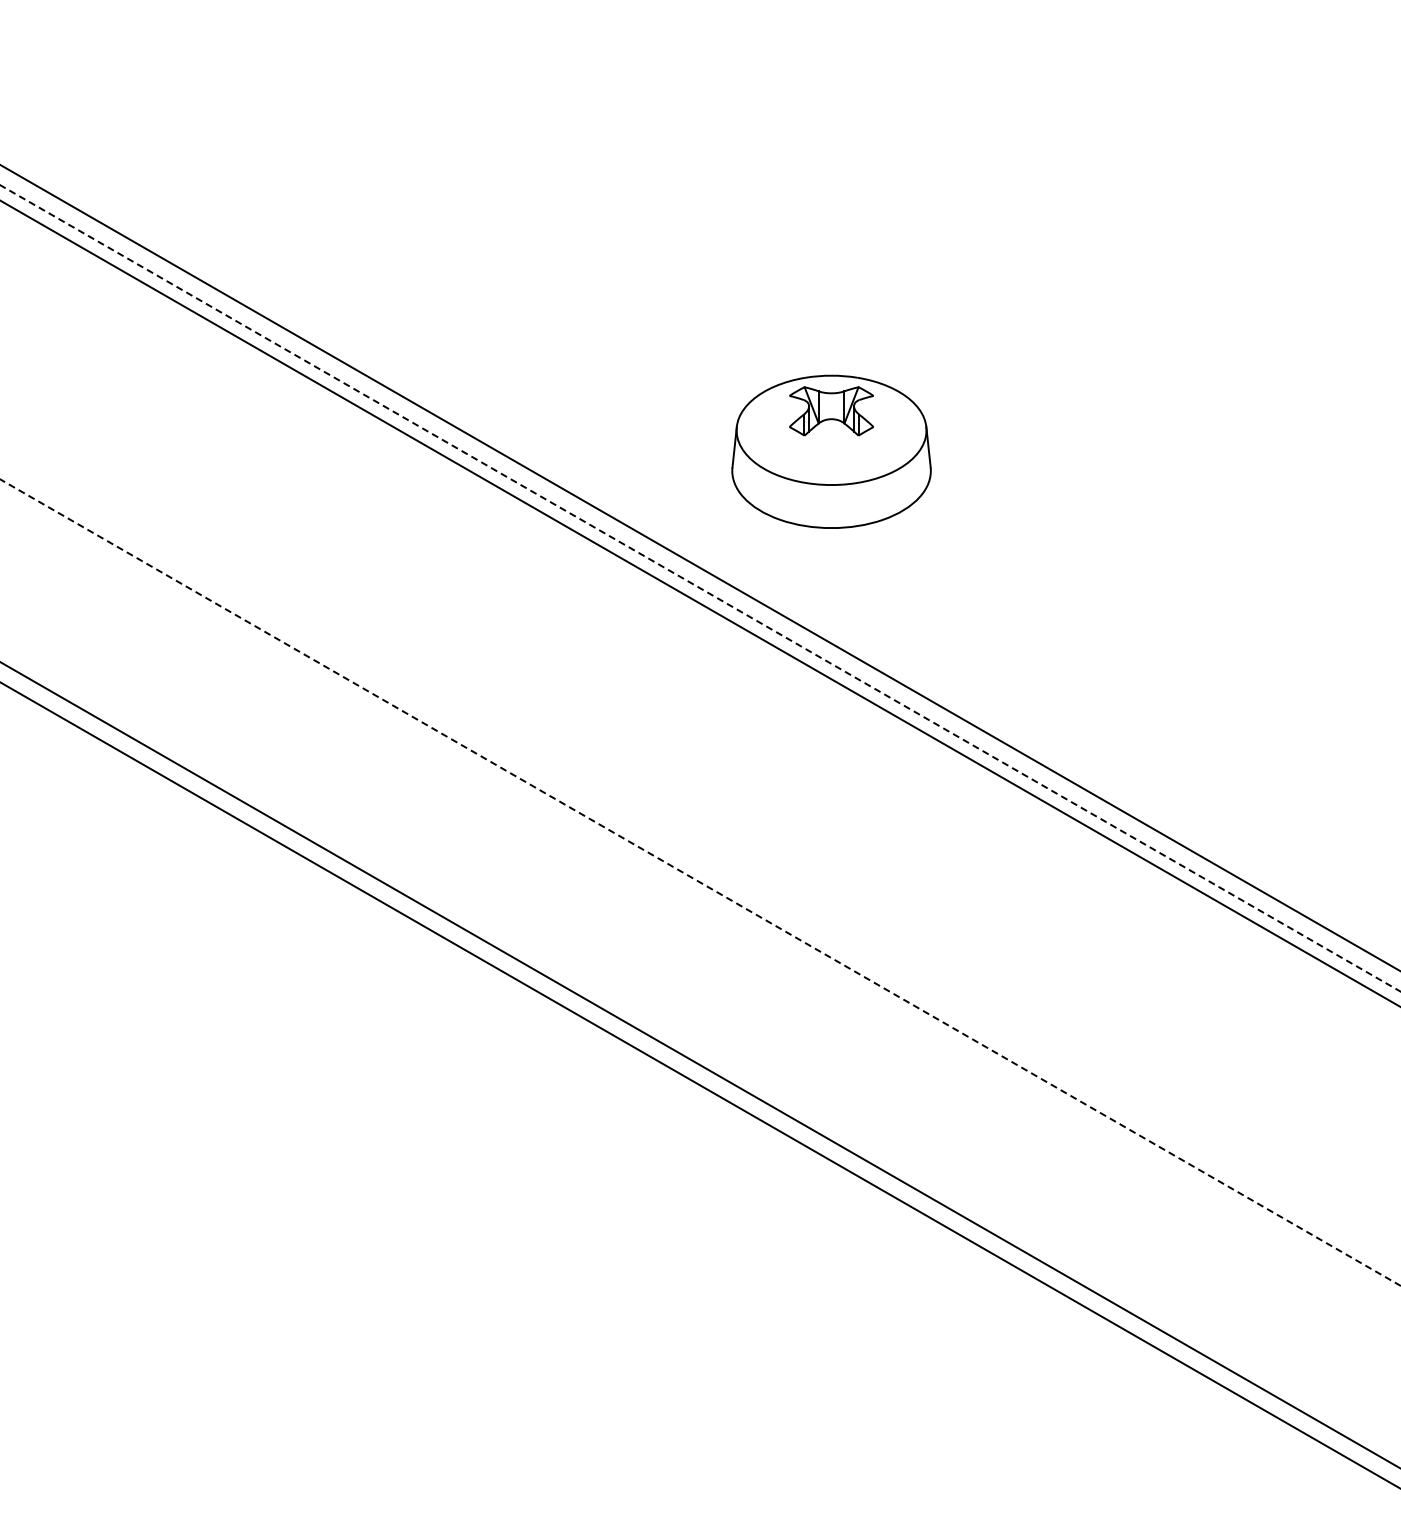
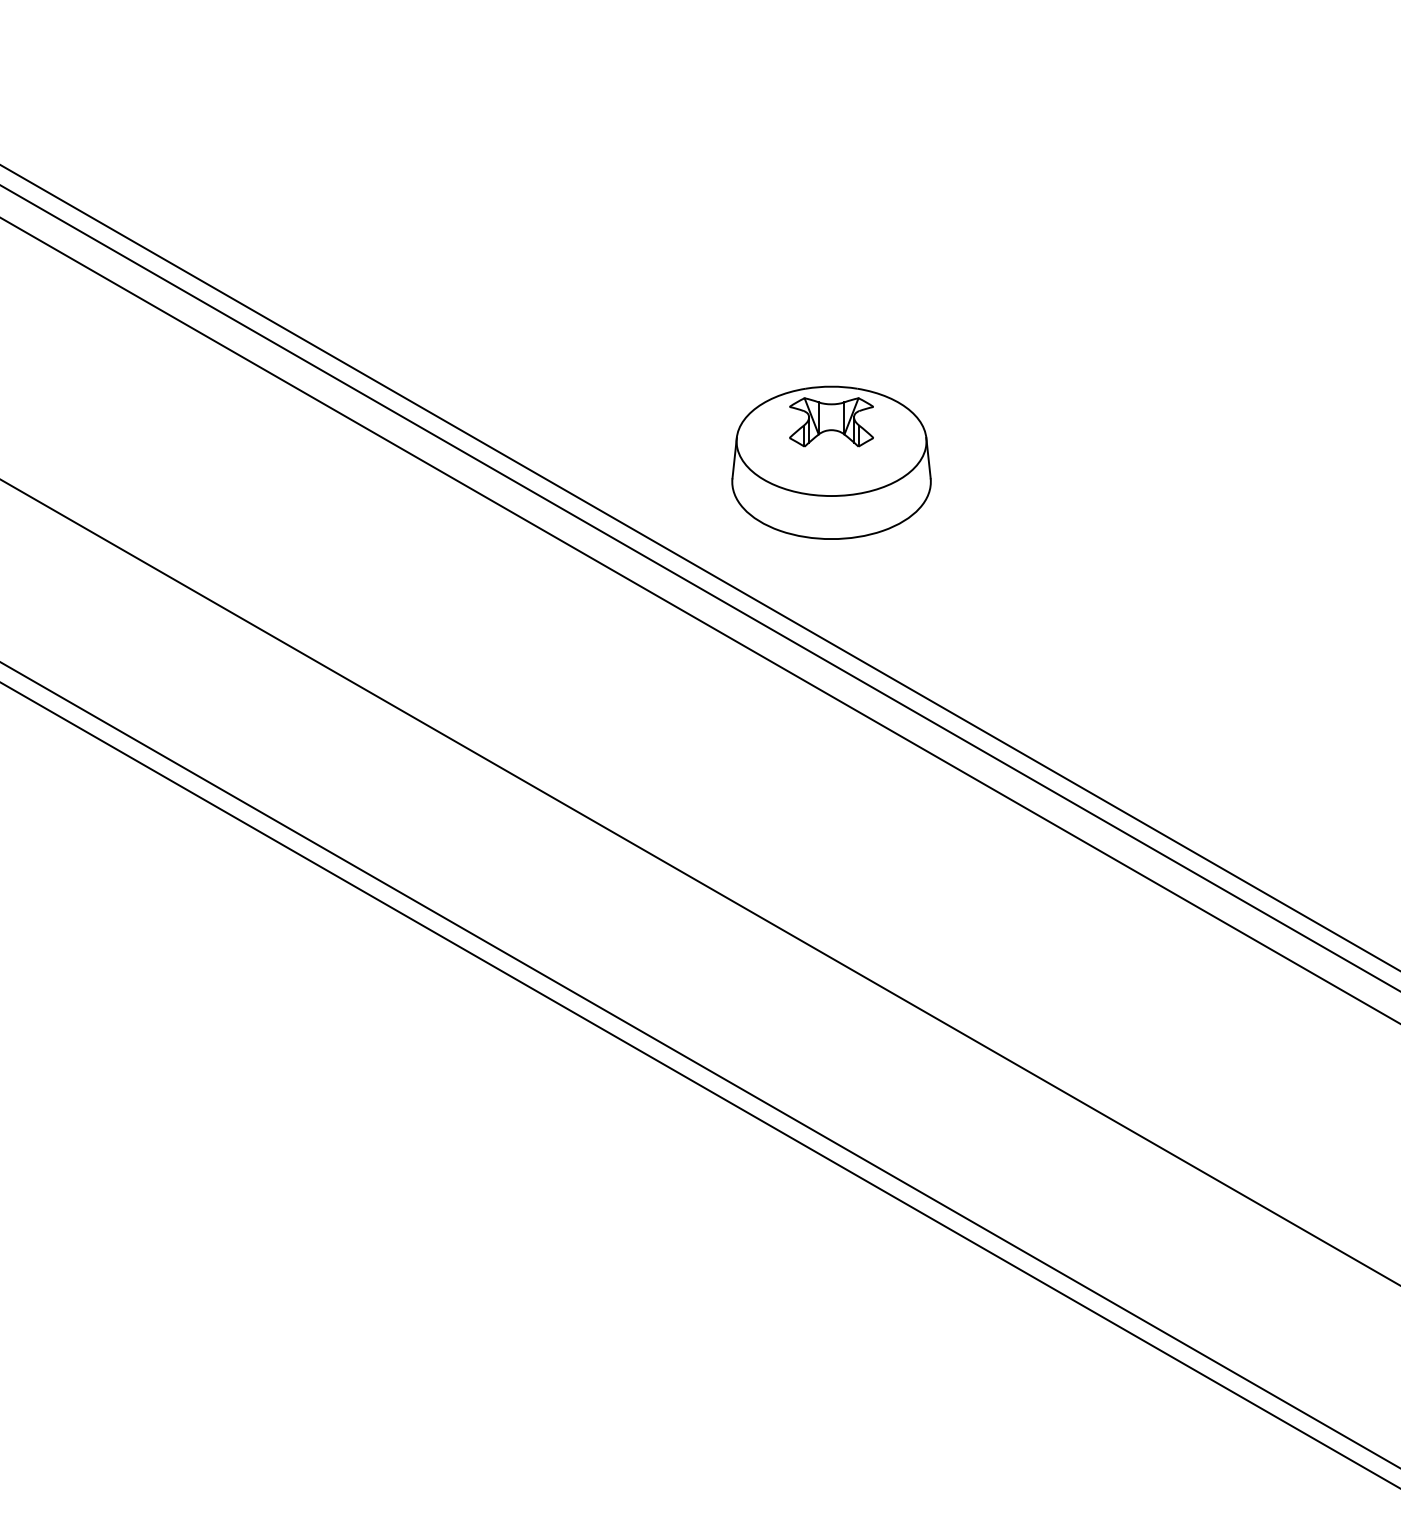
part at (831, 451) position: (831, 451) -> (831, 462)
line at (701, 588): dashed -> solid
line at (699, 603) position: (699, 603) -> (699, 620)
line at (700, 882): dashed -> solid
